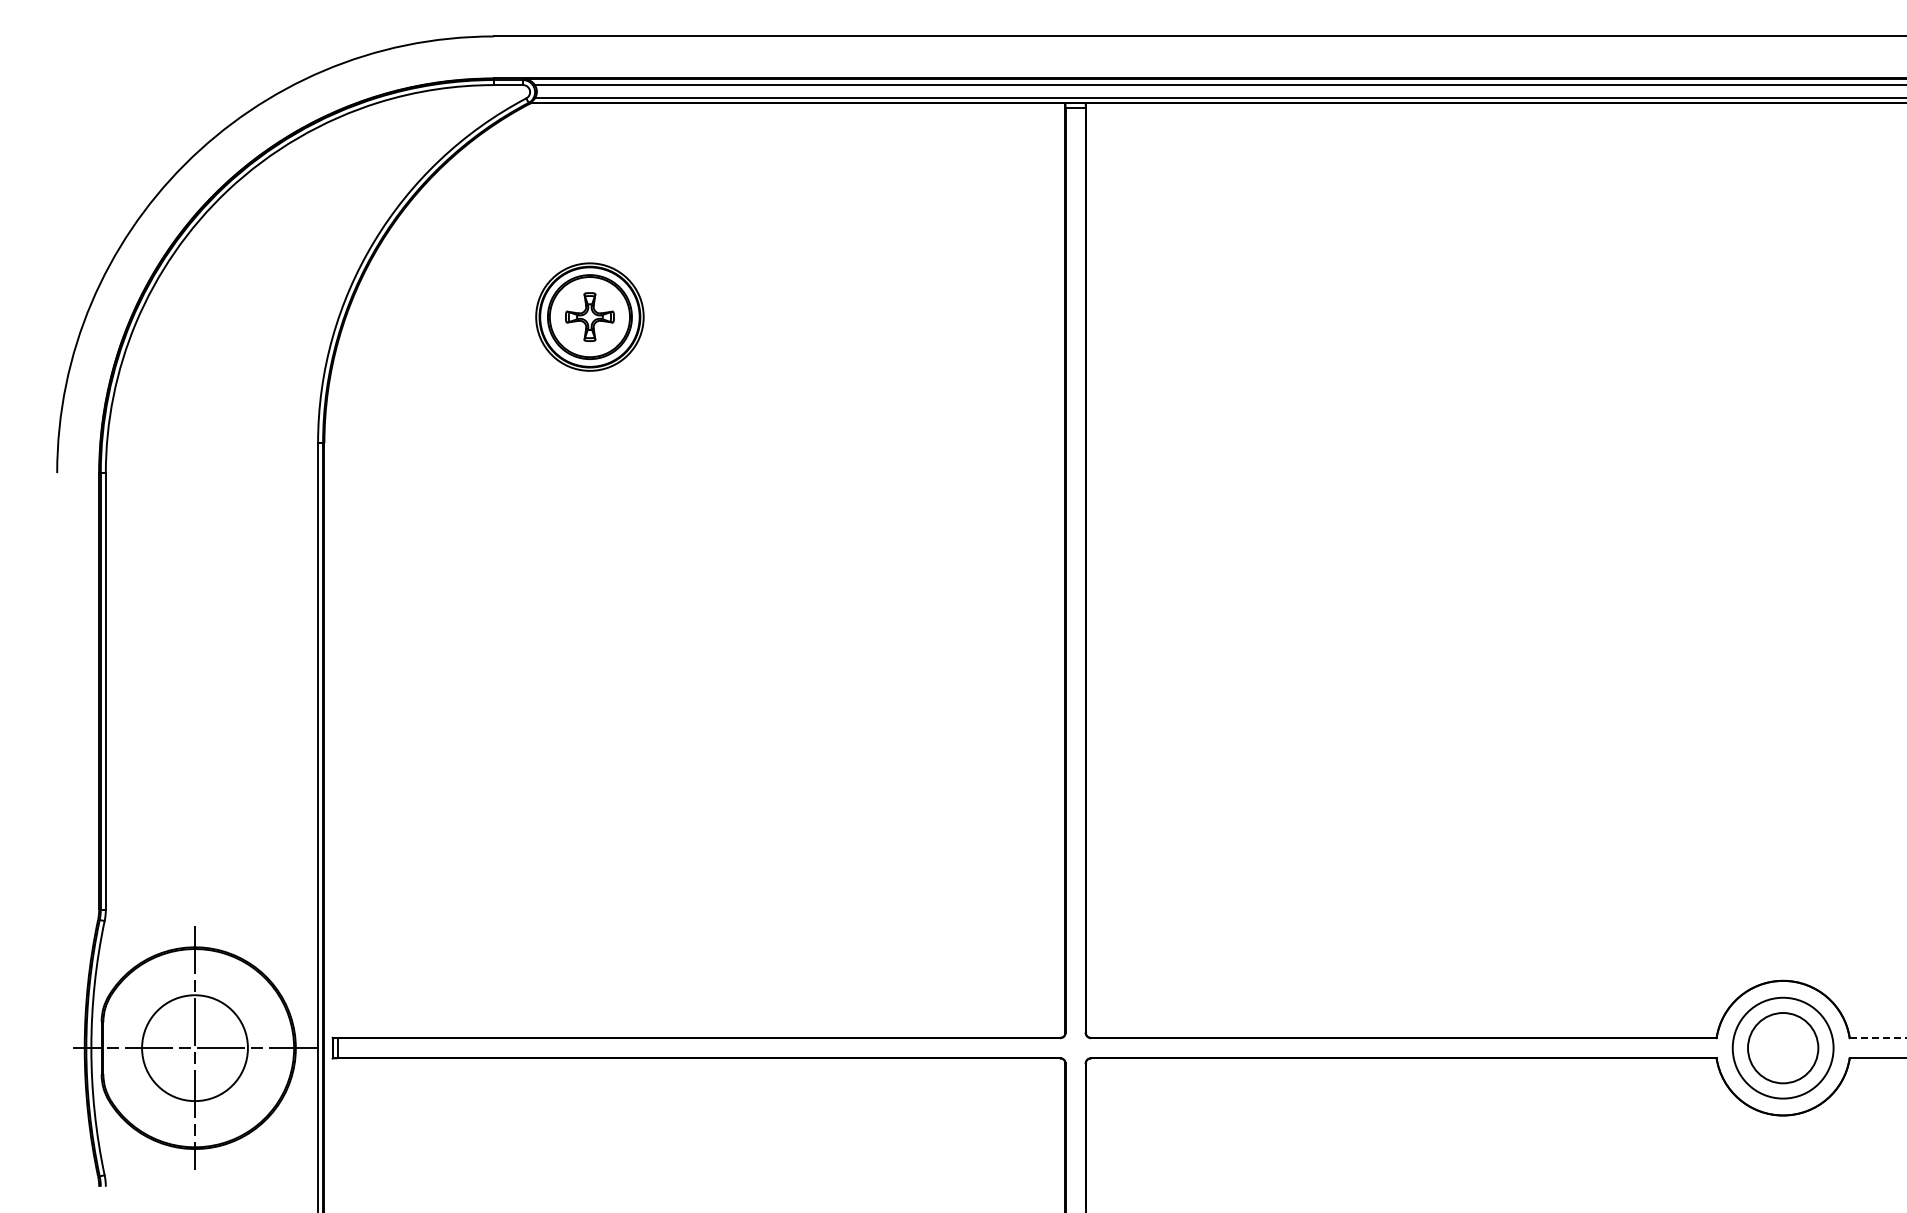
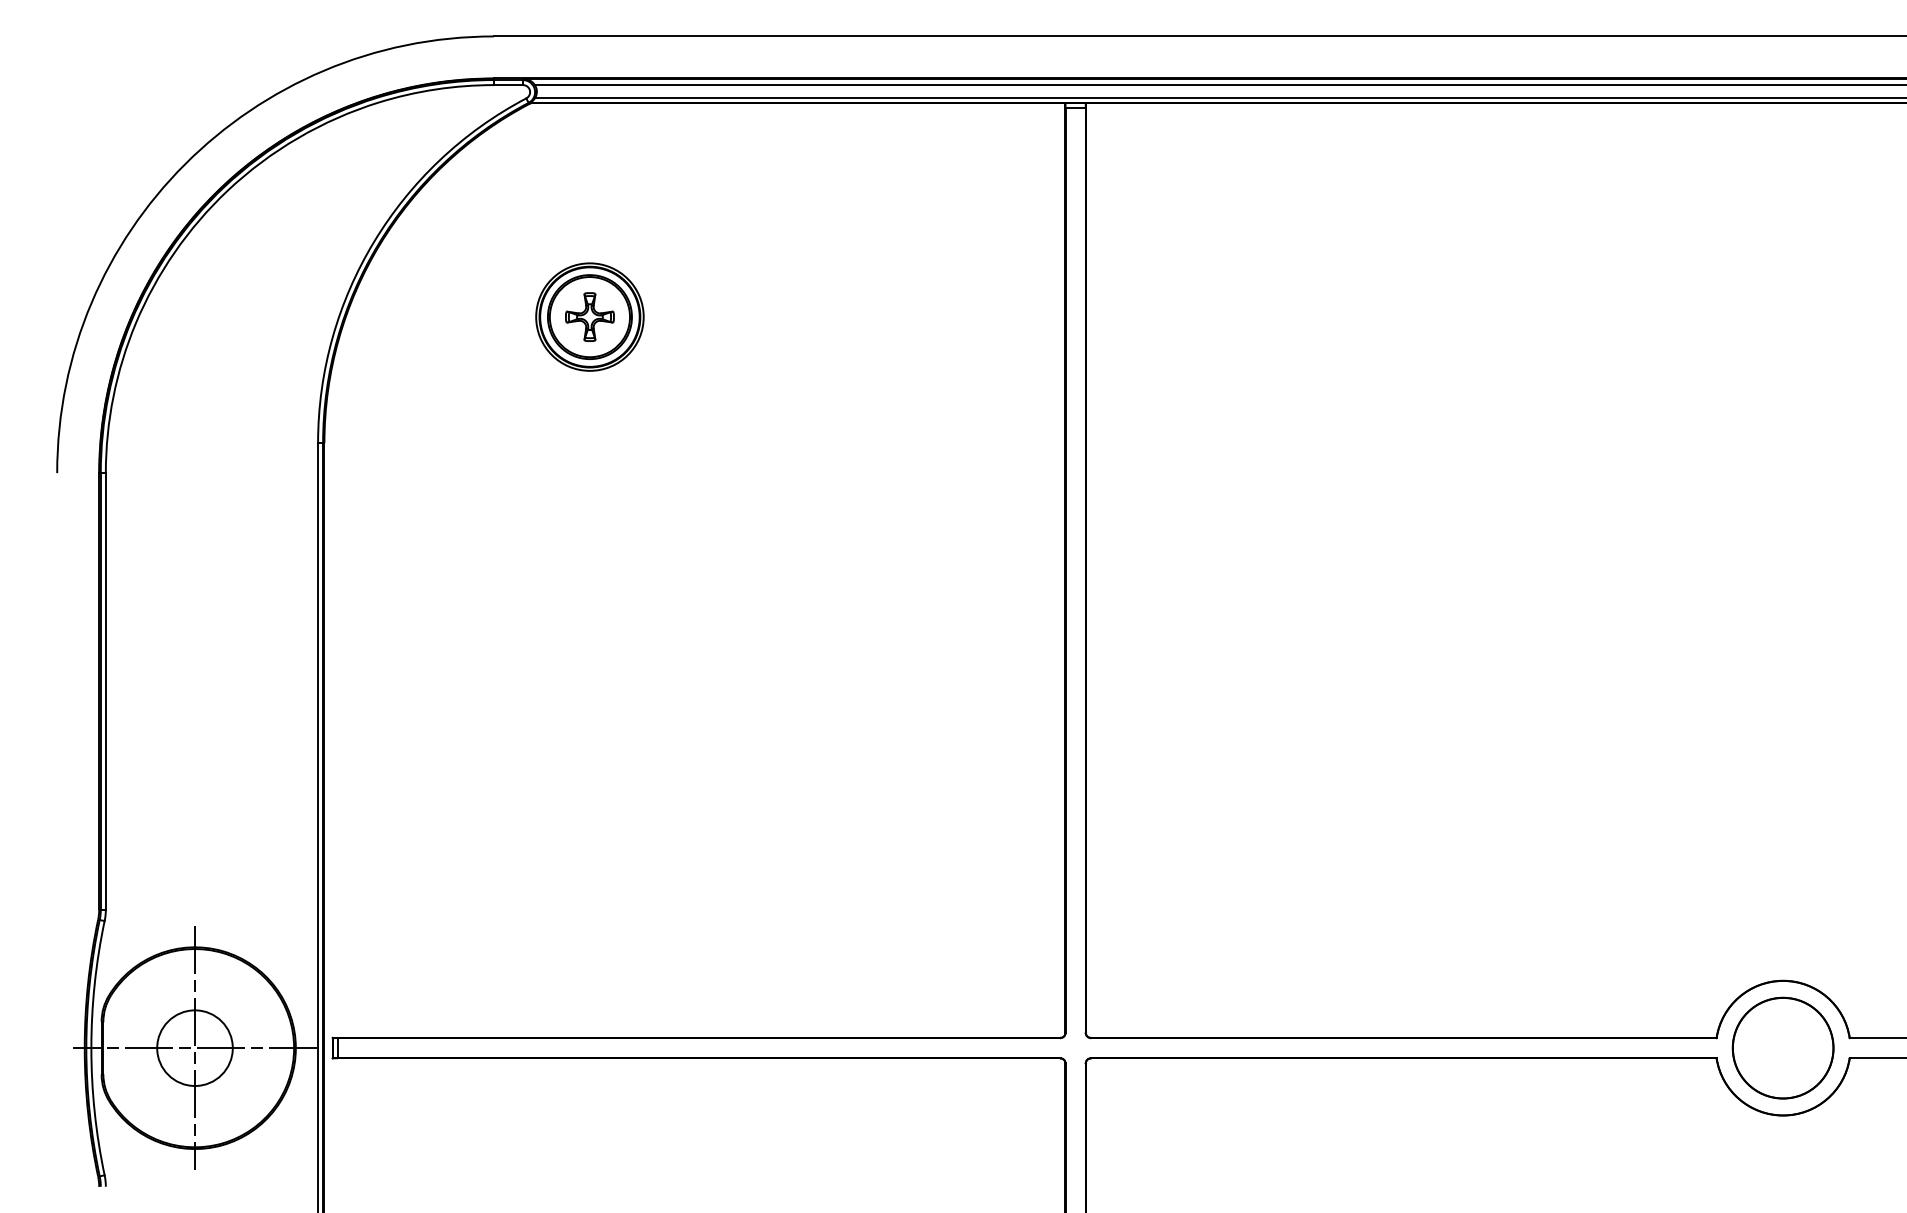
line at (1878, 1038): dashed -> solid
circle at (194, 1048) diameter: 106 px -> 76 px
circle at (1783, 1048) diameter: 70 px -> 100 px
